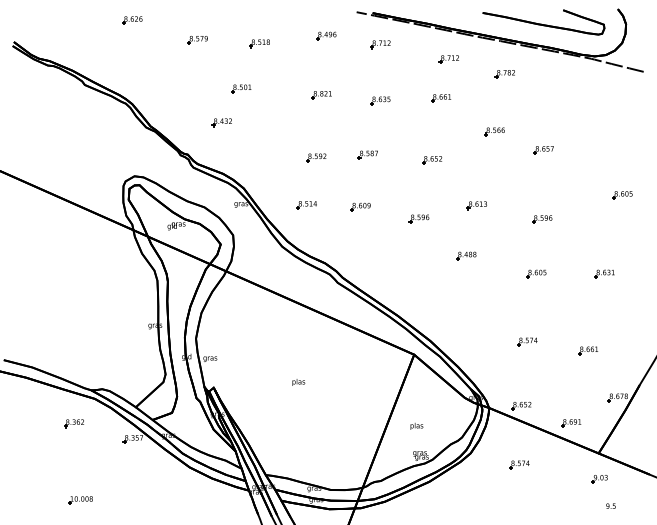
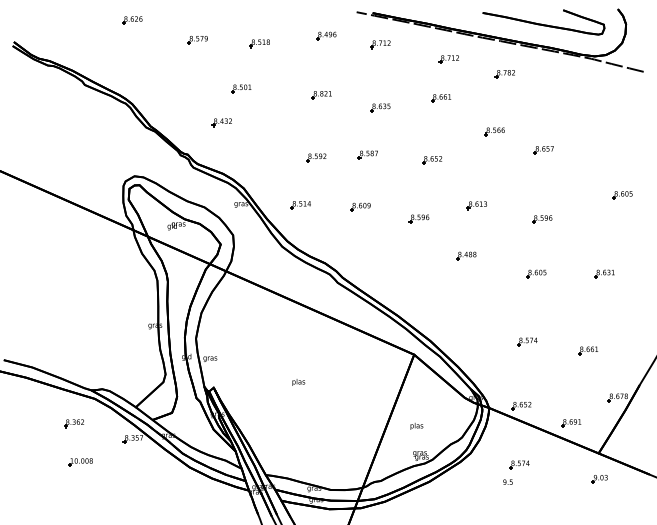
part at (380, 100) position: (380, 100) -> (380, 107)
part at (306, 205) position: (306, 205) -> (300, 205)
part at (80, 500) position: (80, 500) -> (80, 462)
text at (610, 505) position: (610, 505) -> (507, 481)
